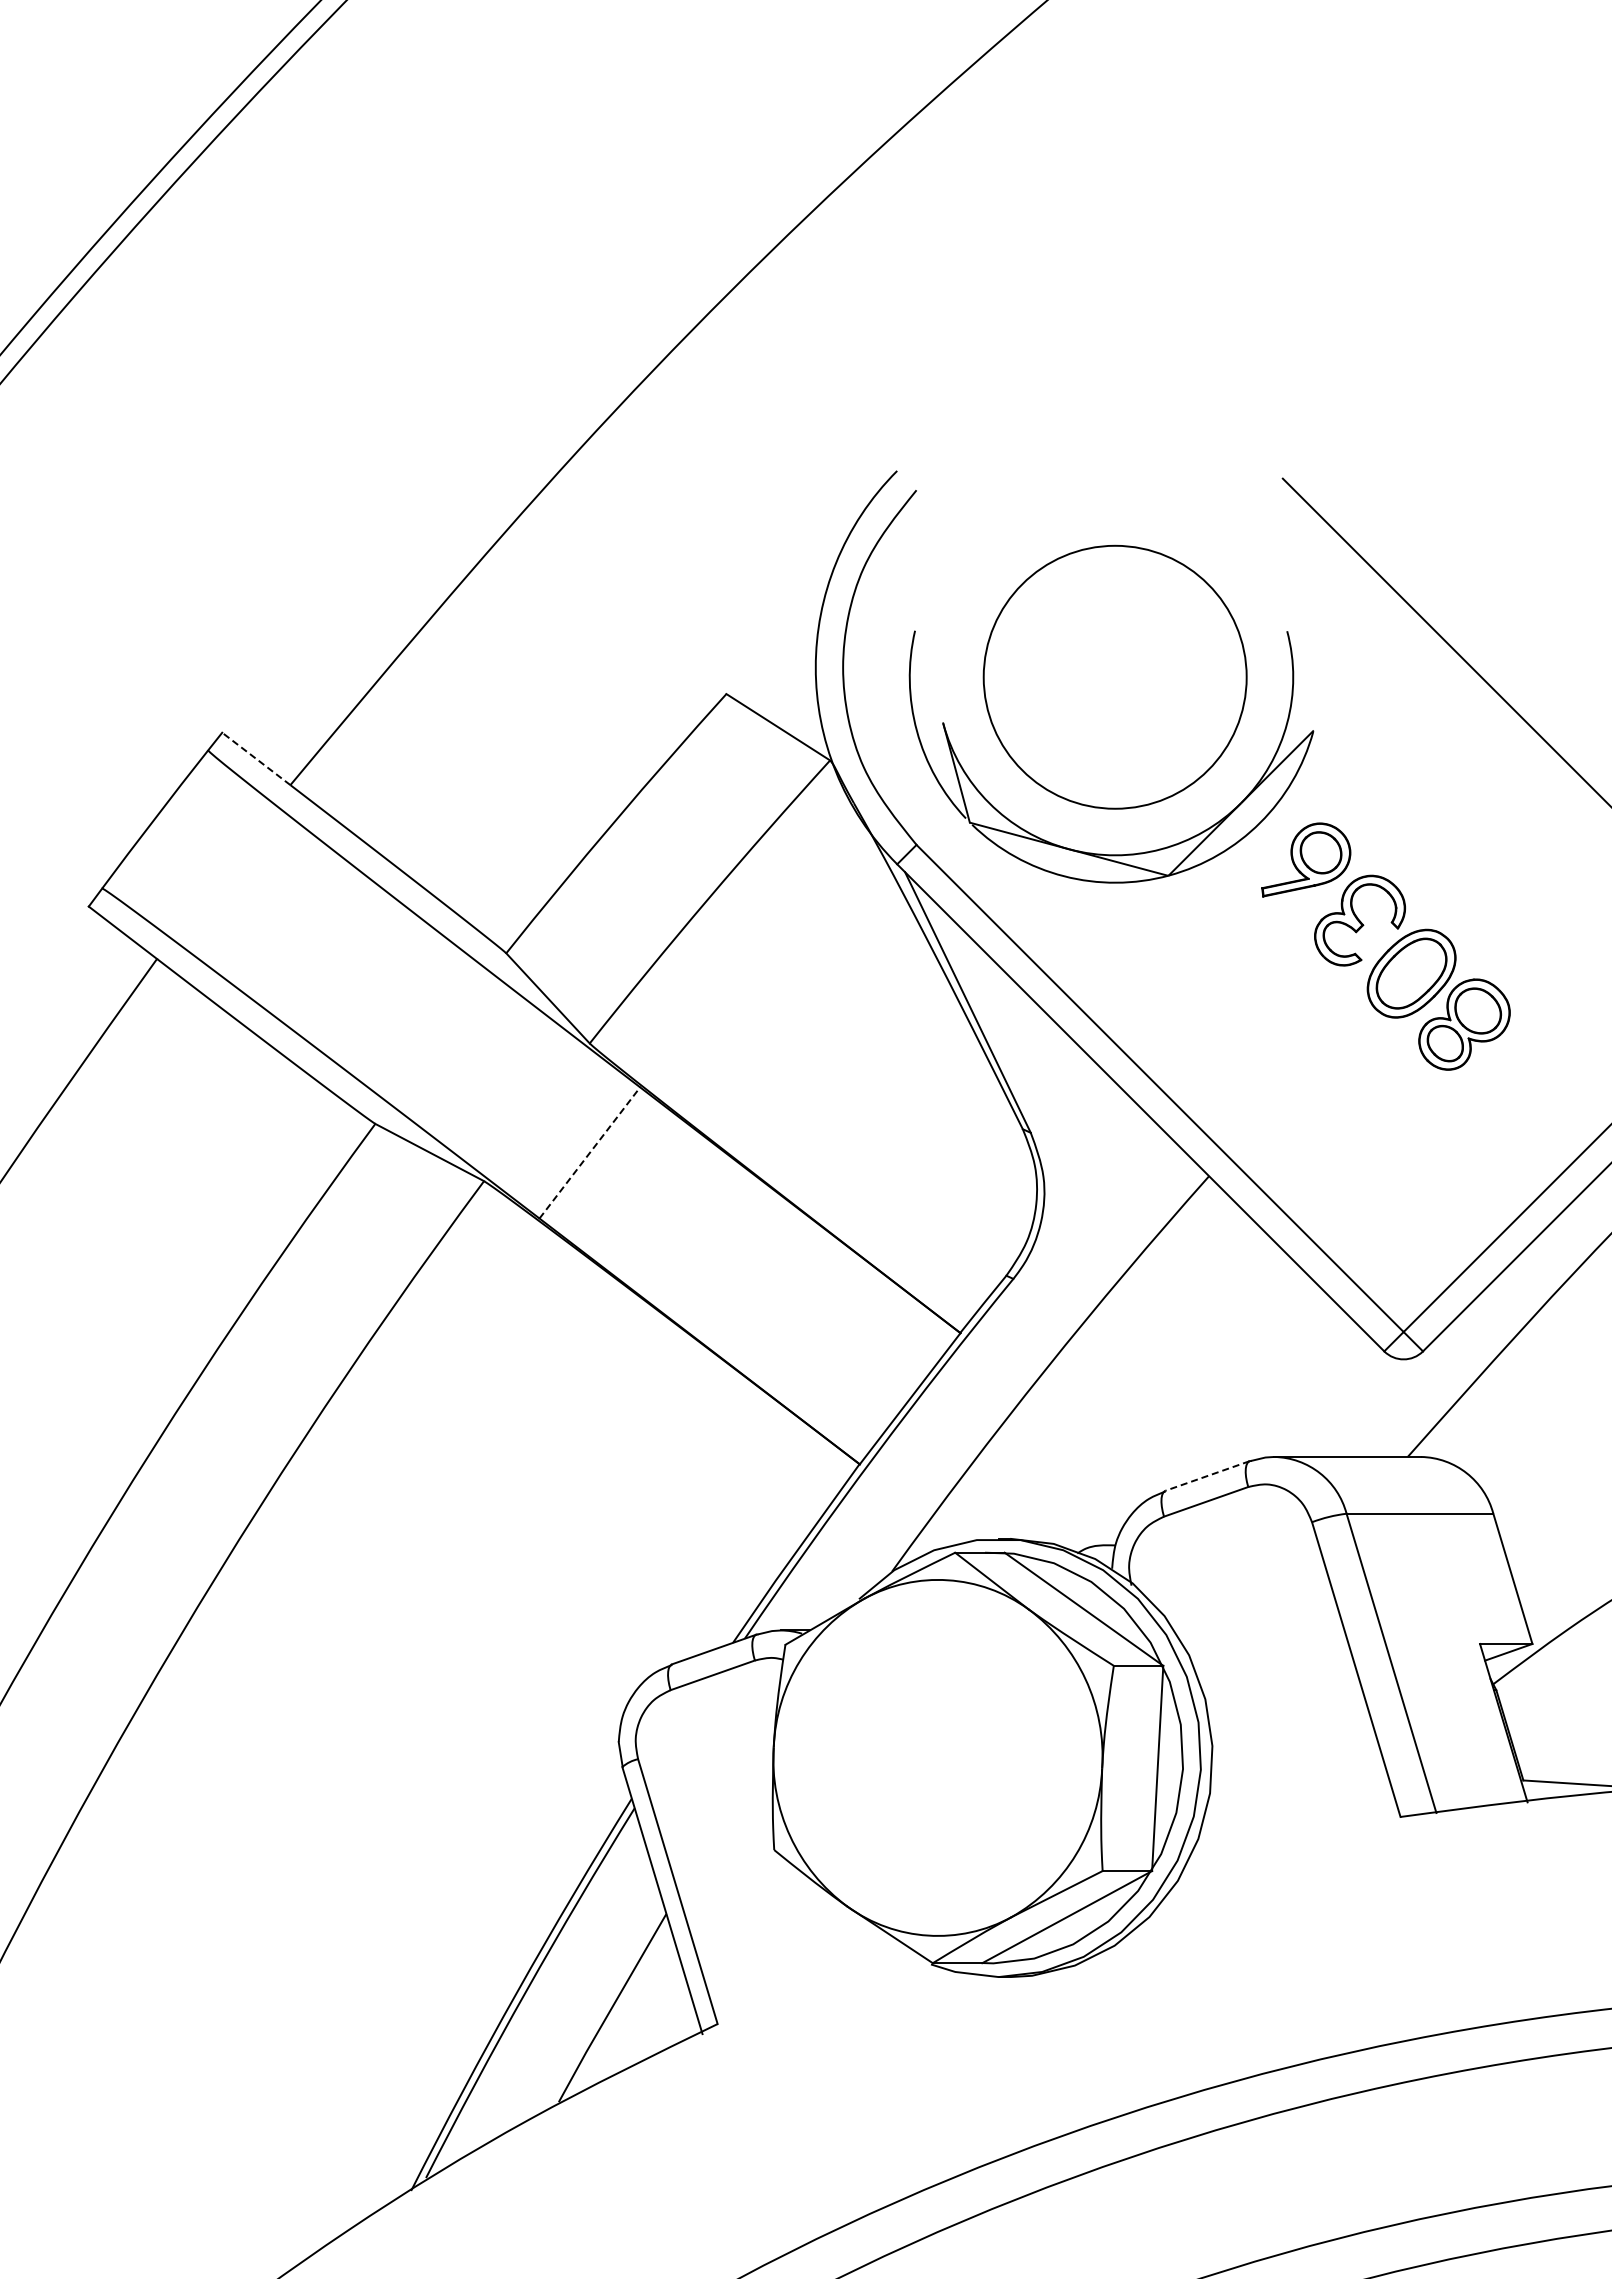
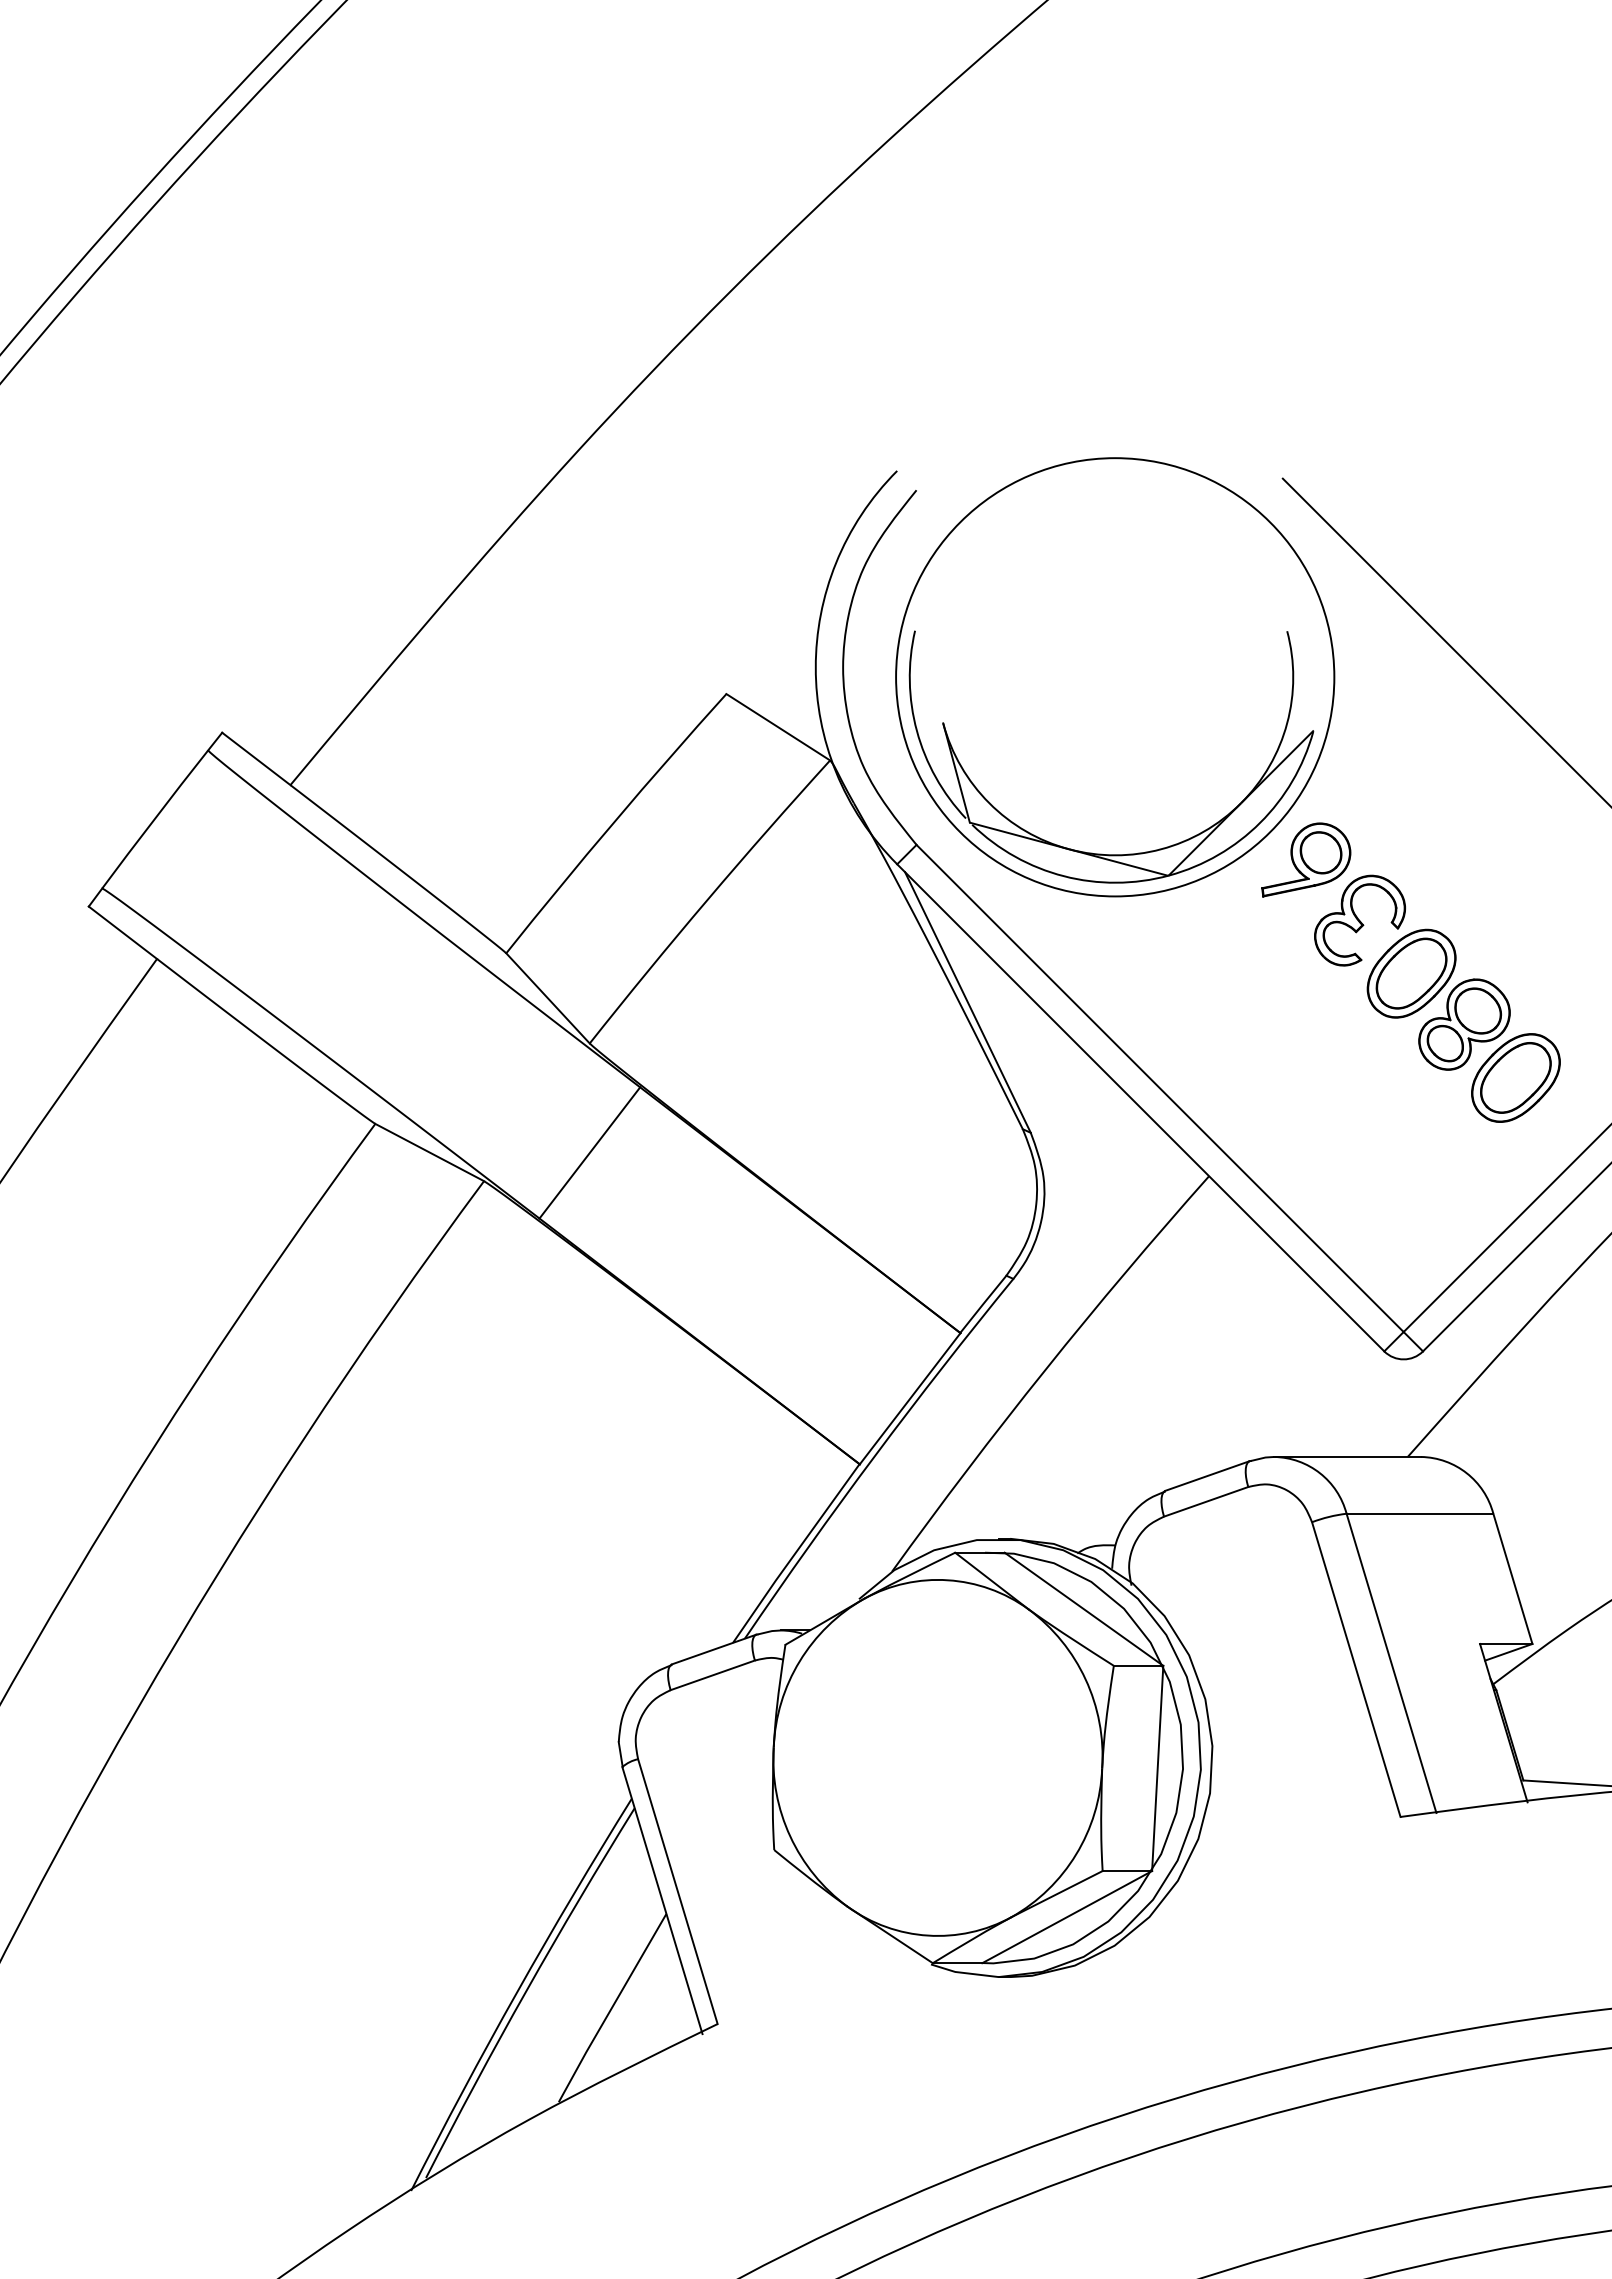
circle at (1114, 676) diameter: 263 px -> 438 px
line at (255, 758): dashed -> solid
part at (1515, 1077): none -> present
line at (589, 1152): dashed -> solid
line at (1207, 1476): dashed -> solid
